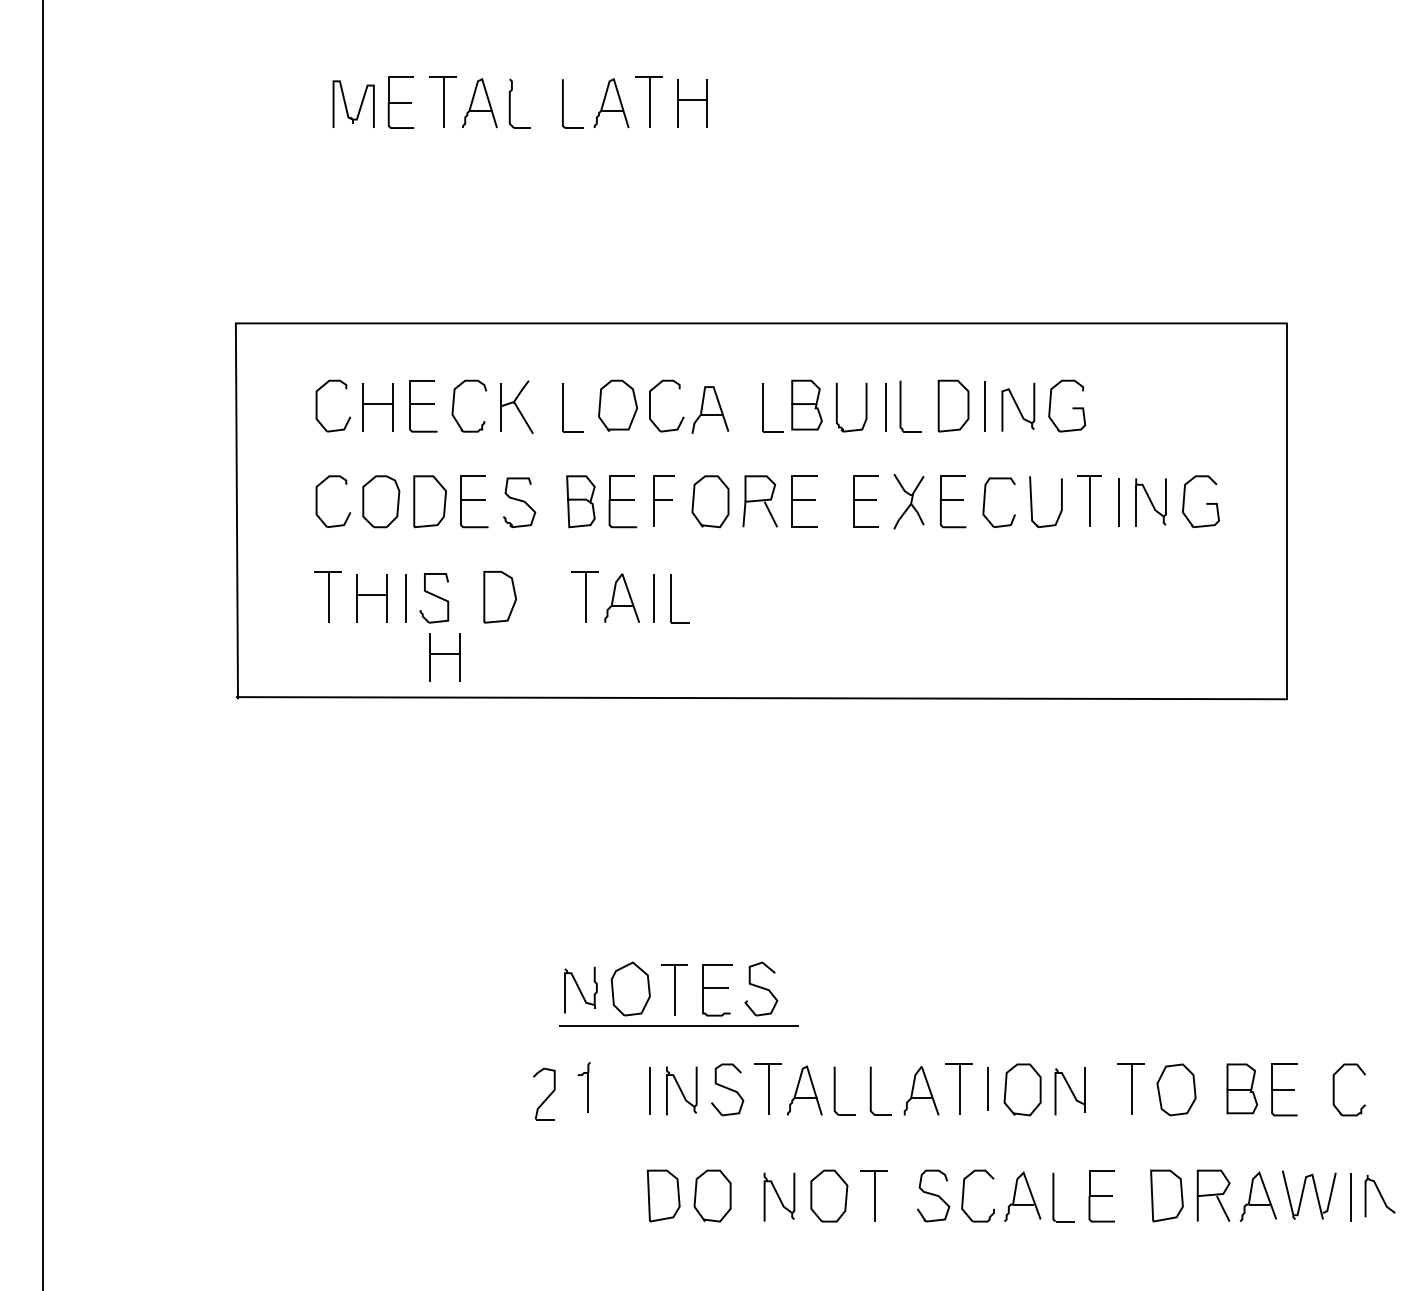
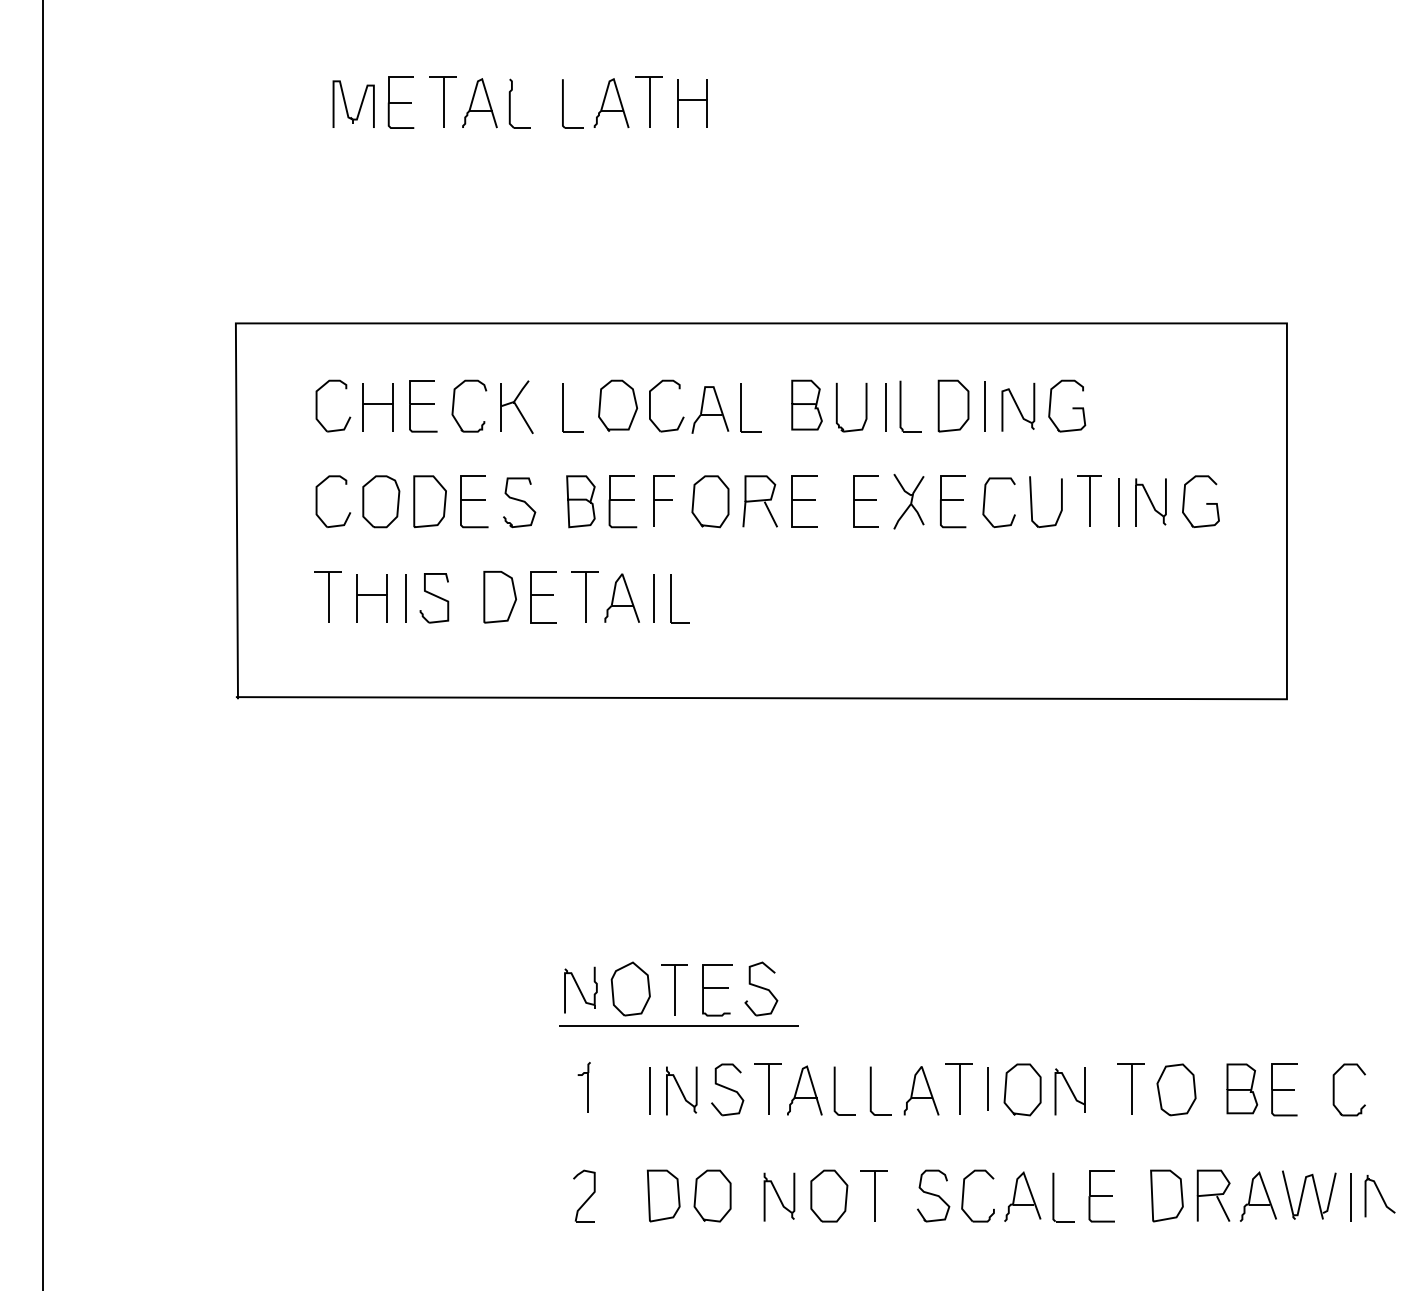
part at (763, 407) position: (763, 407) -> (741, 407)
part at (543, 597): none -> present
part at (444, 657): present -> none
part at (544, 1093) position: (544, 1093) -> (584, 1195)
